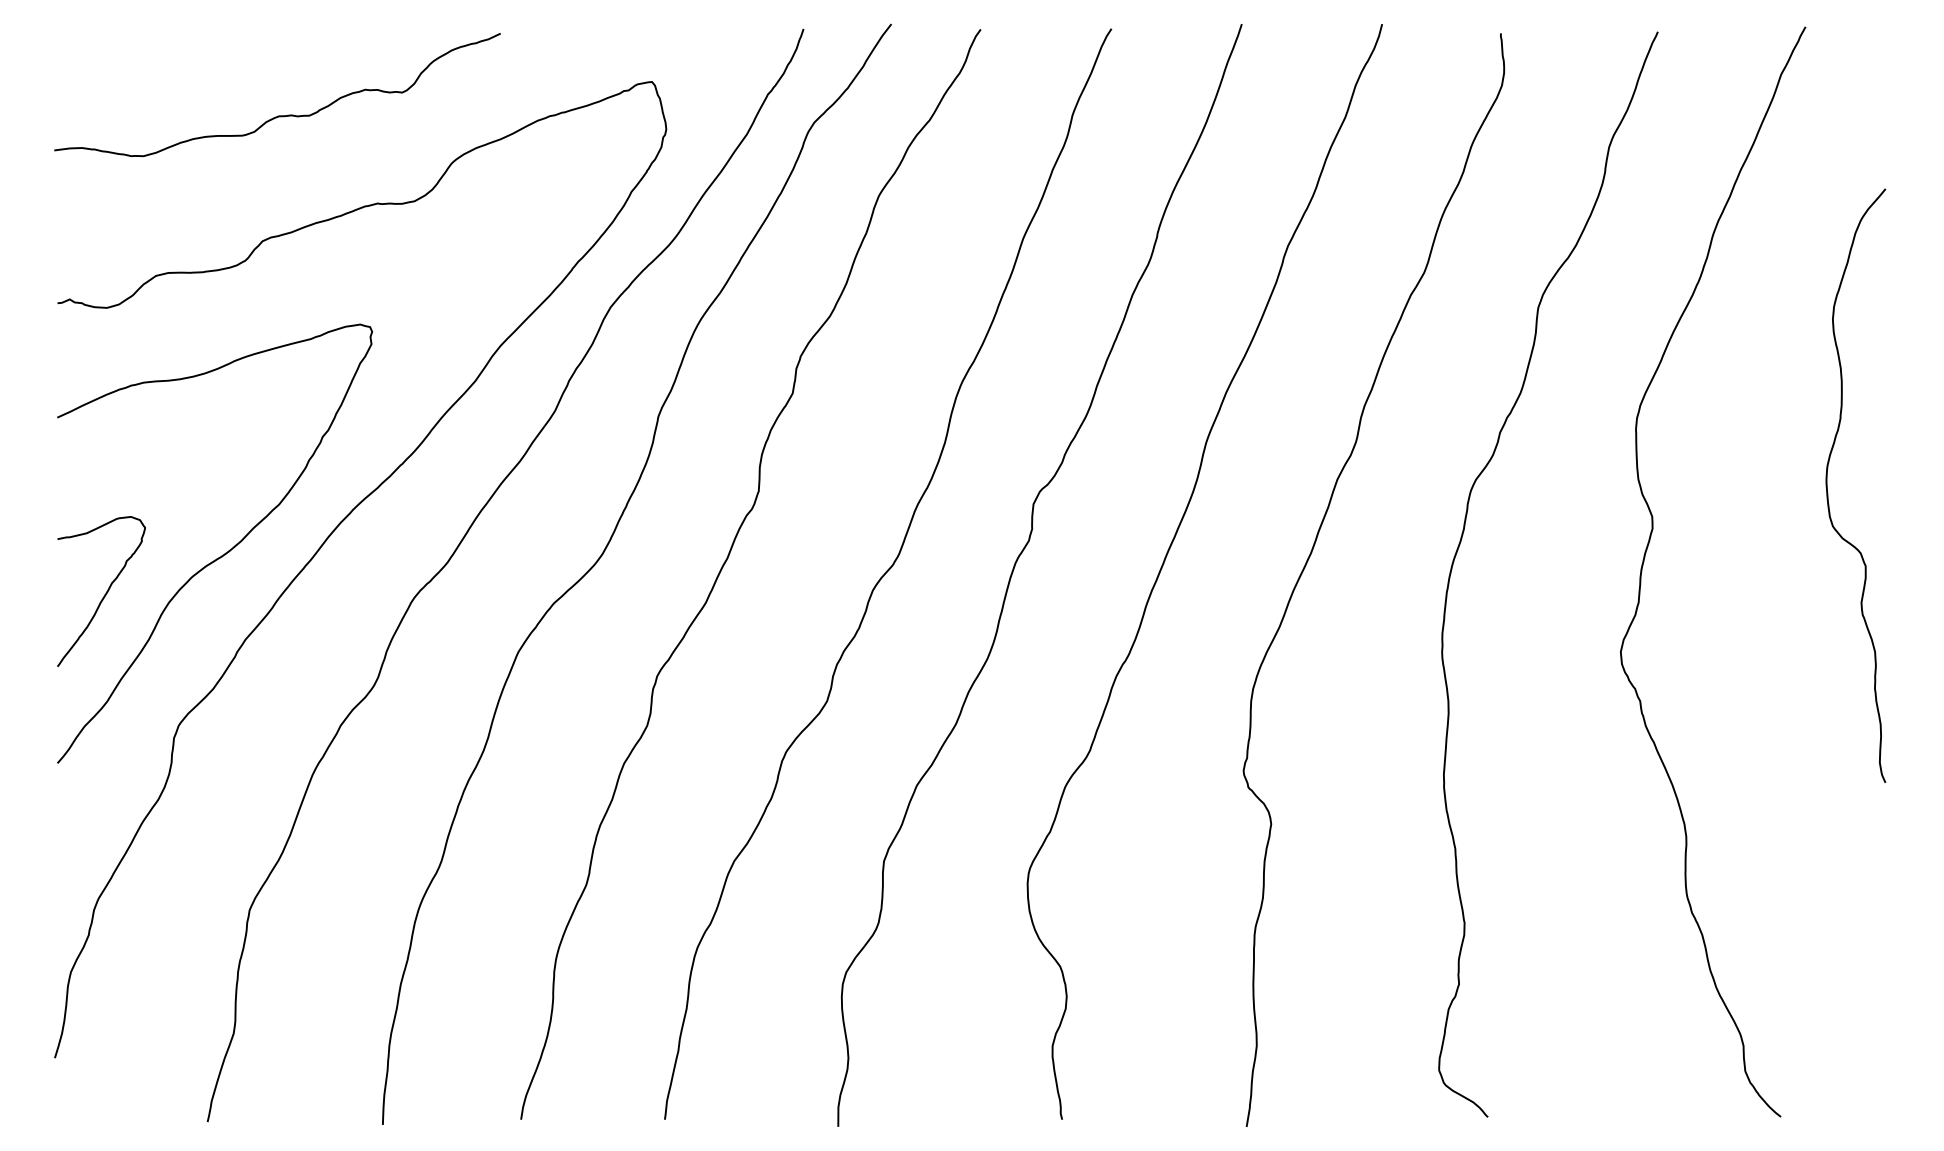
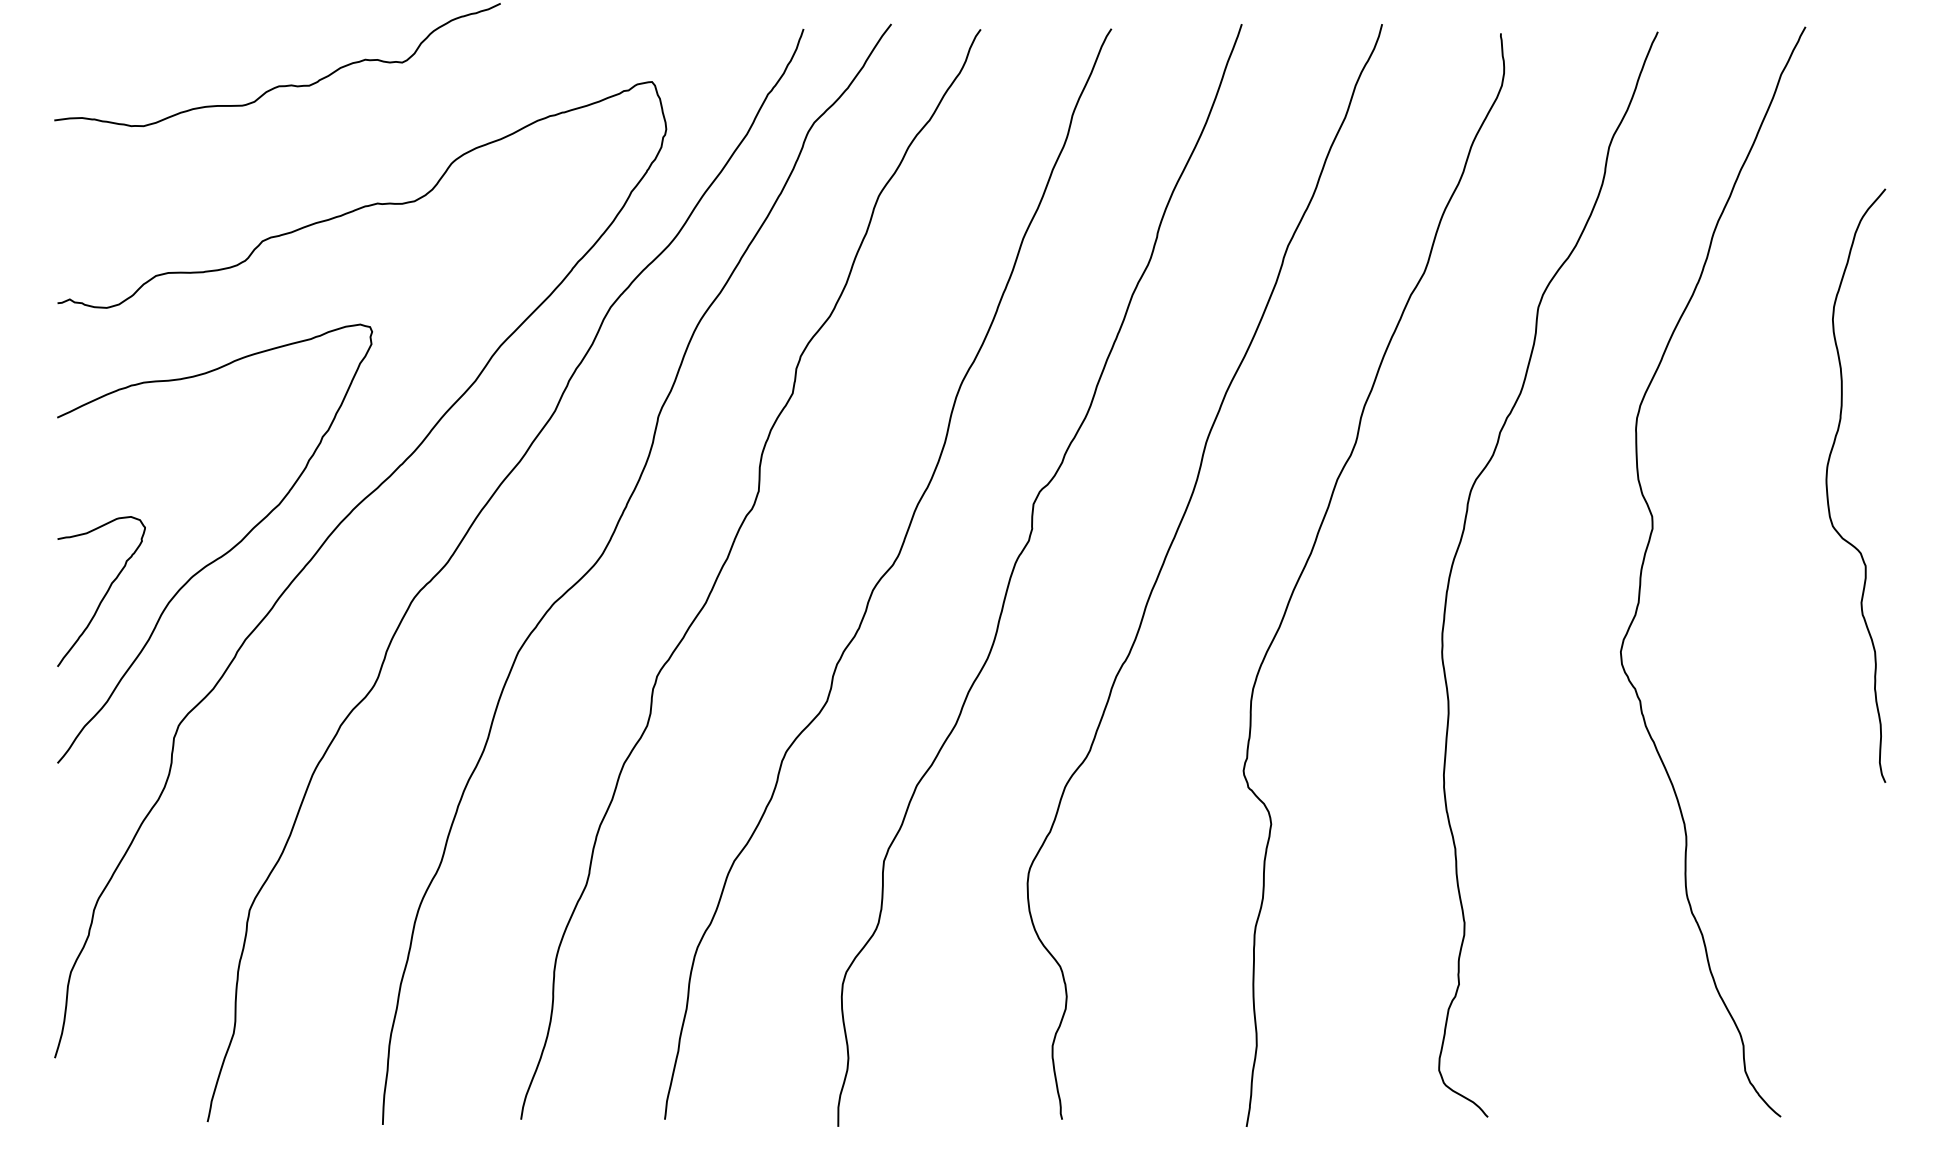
curve at (278, 115) position: (278, 115) -> (278, 85)
